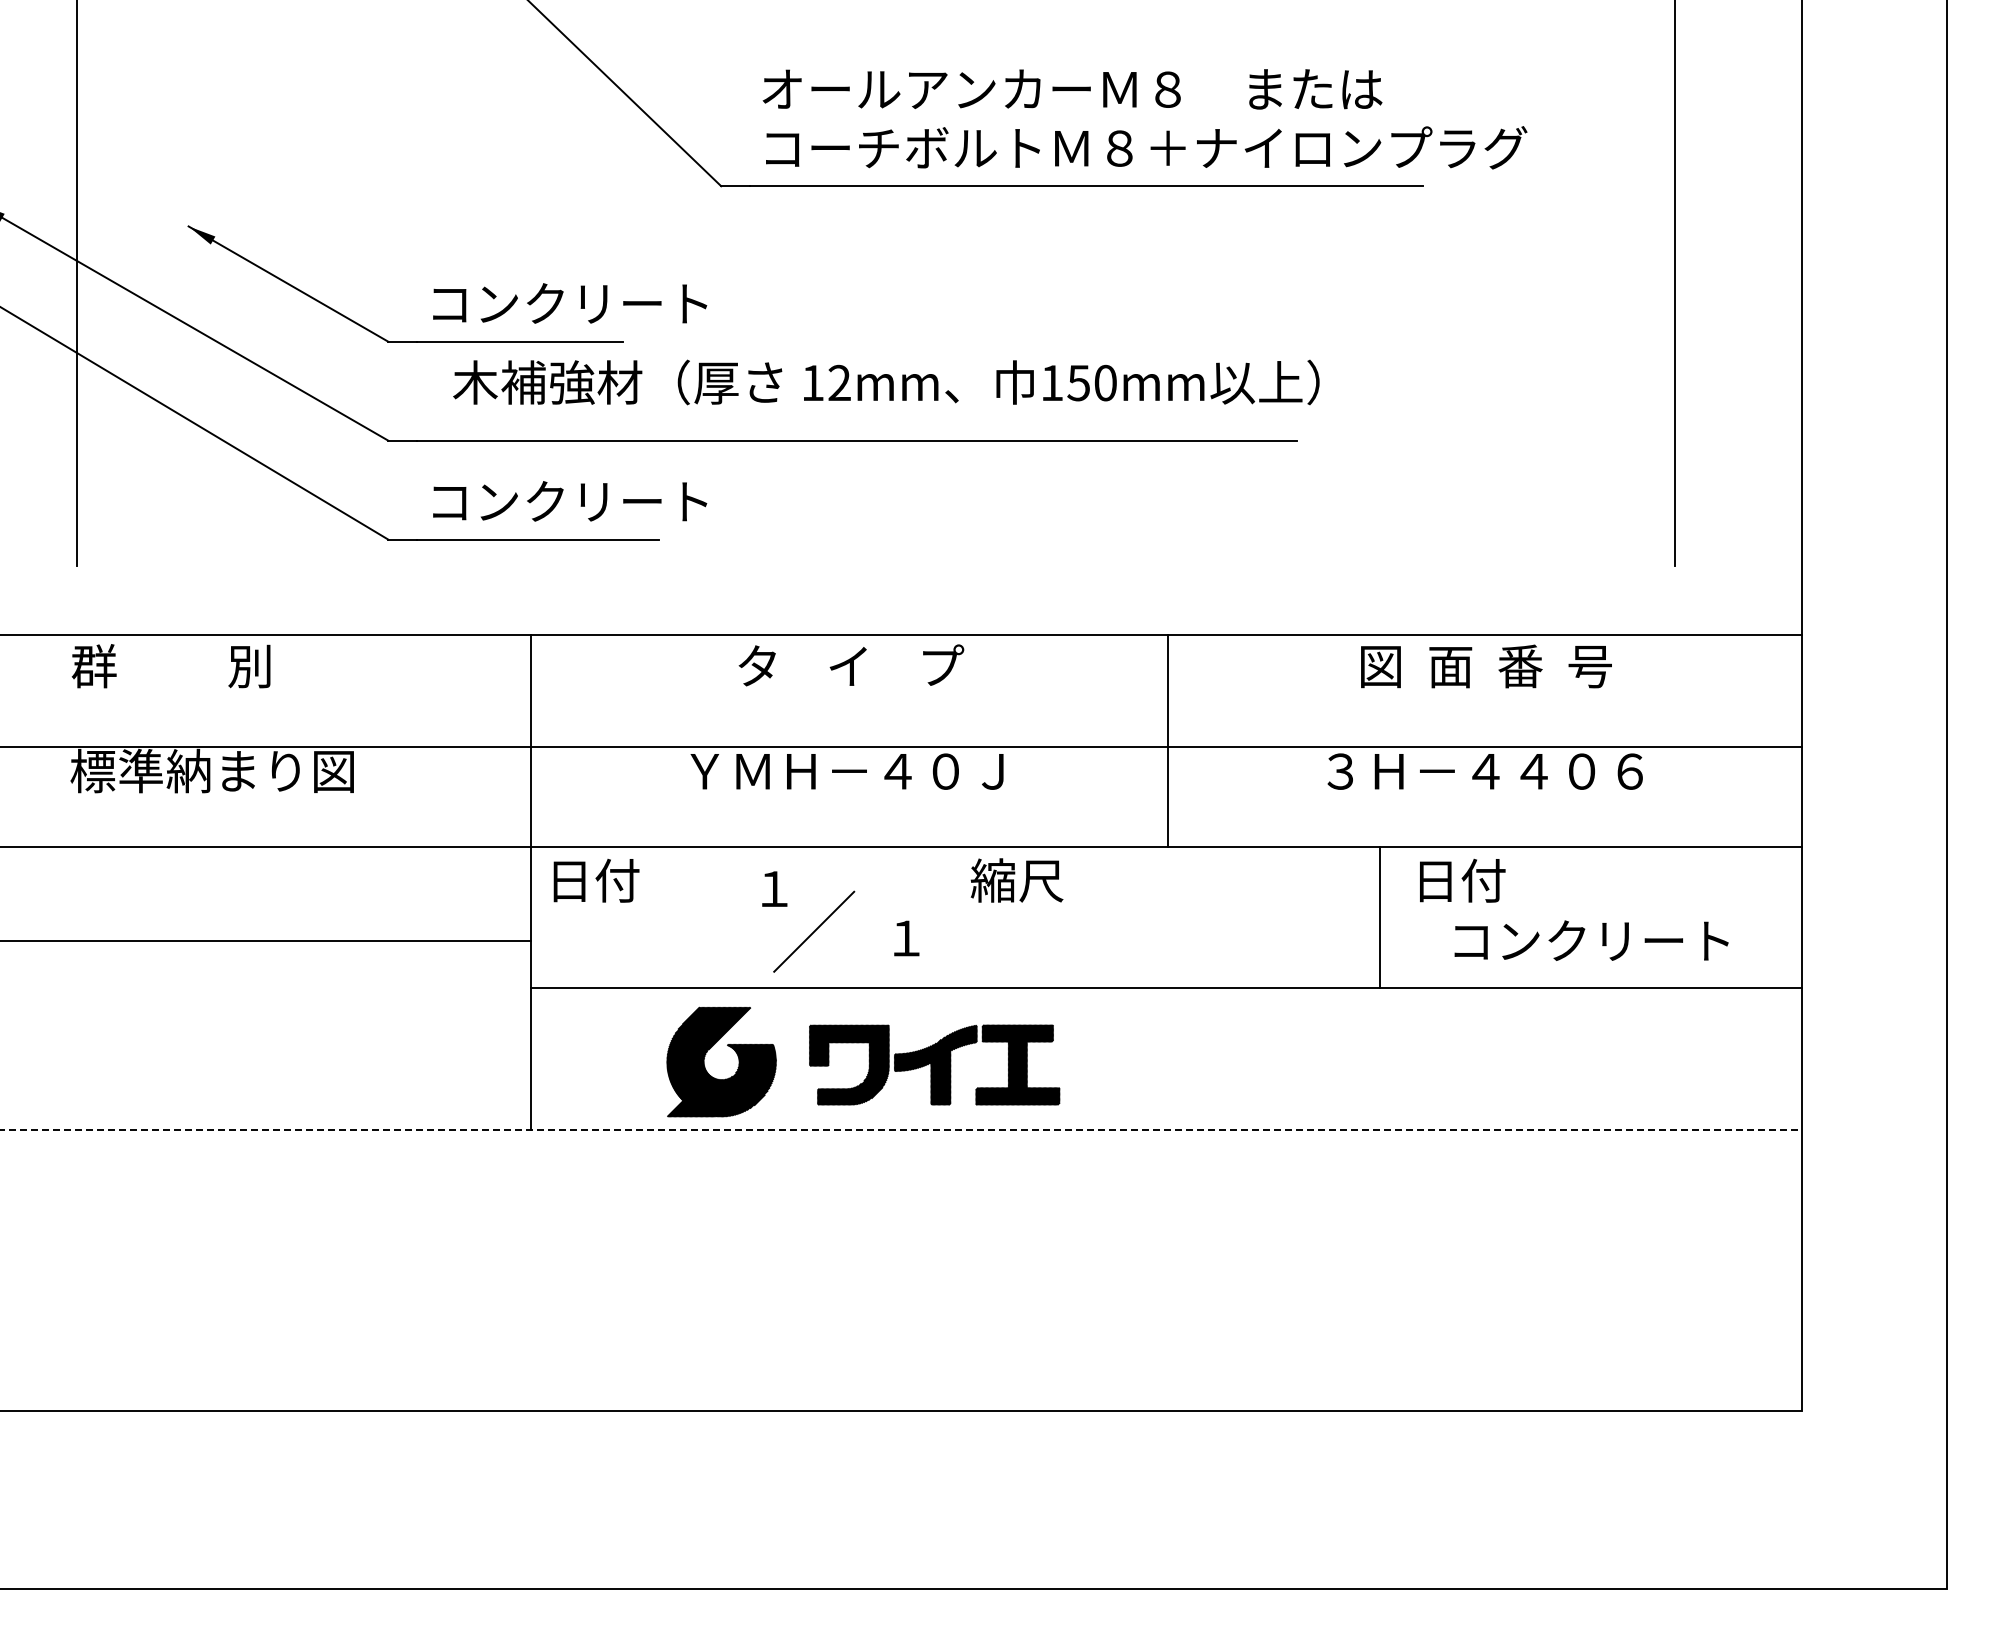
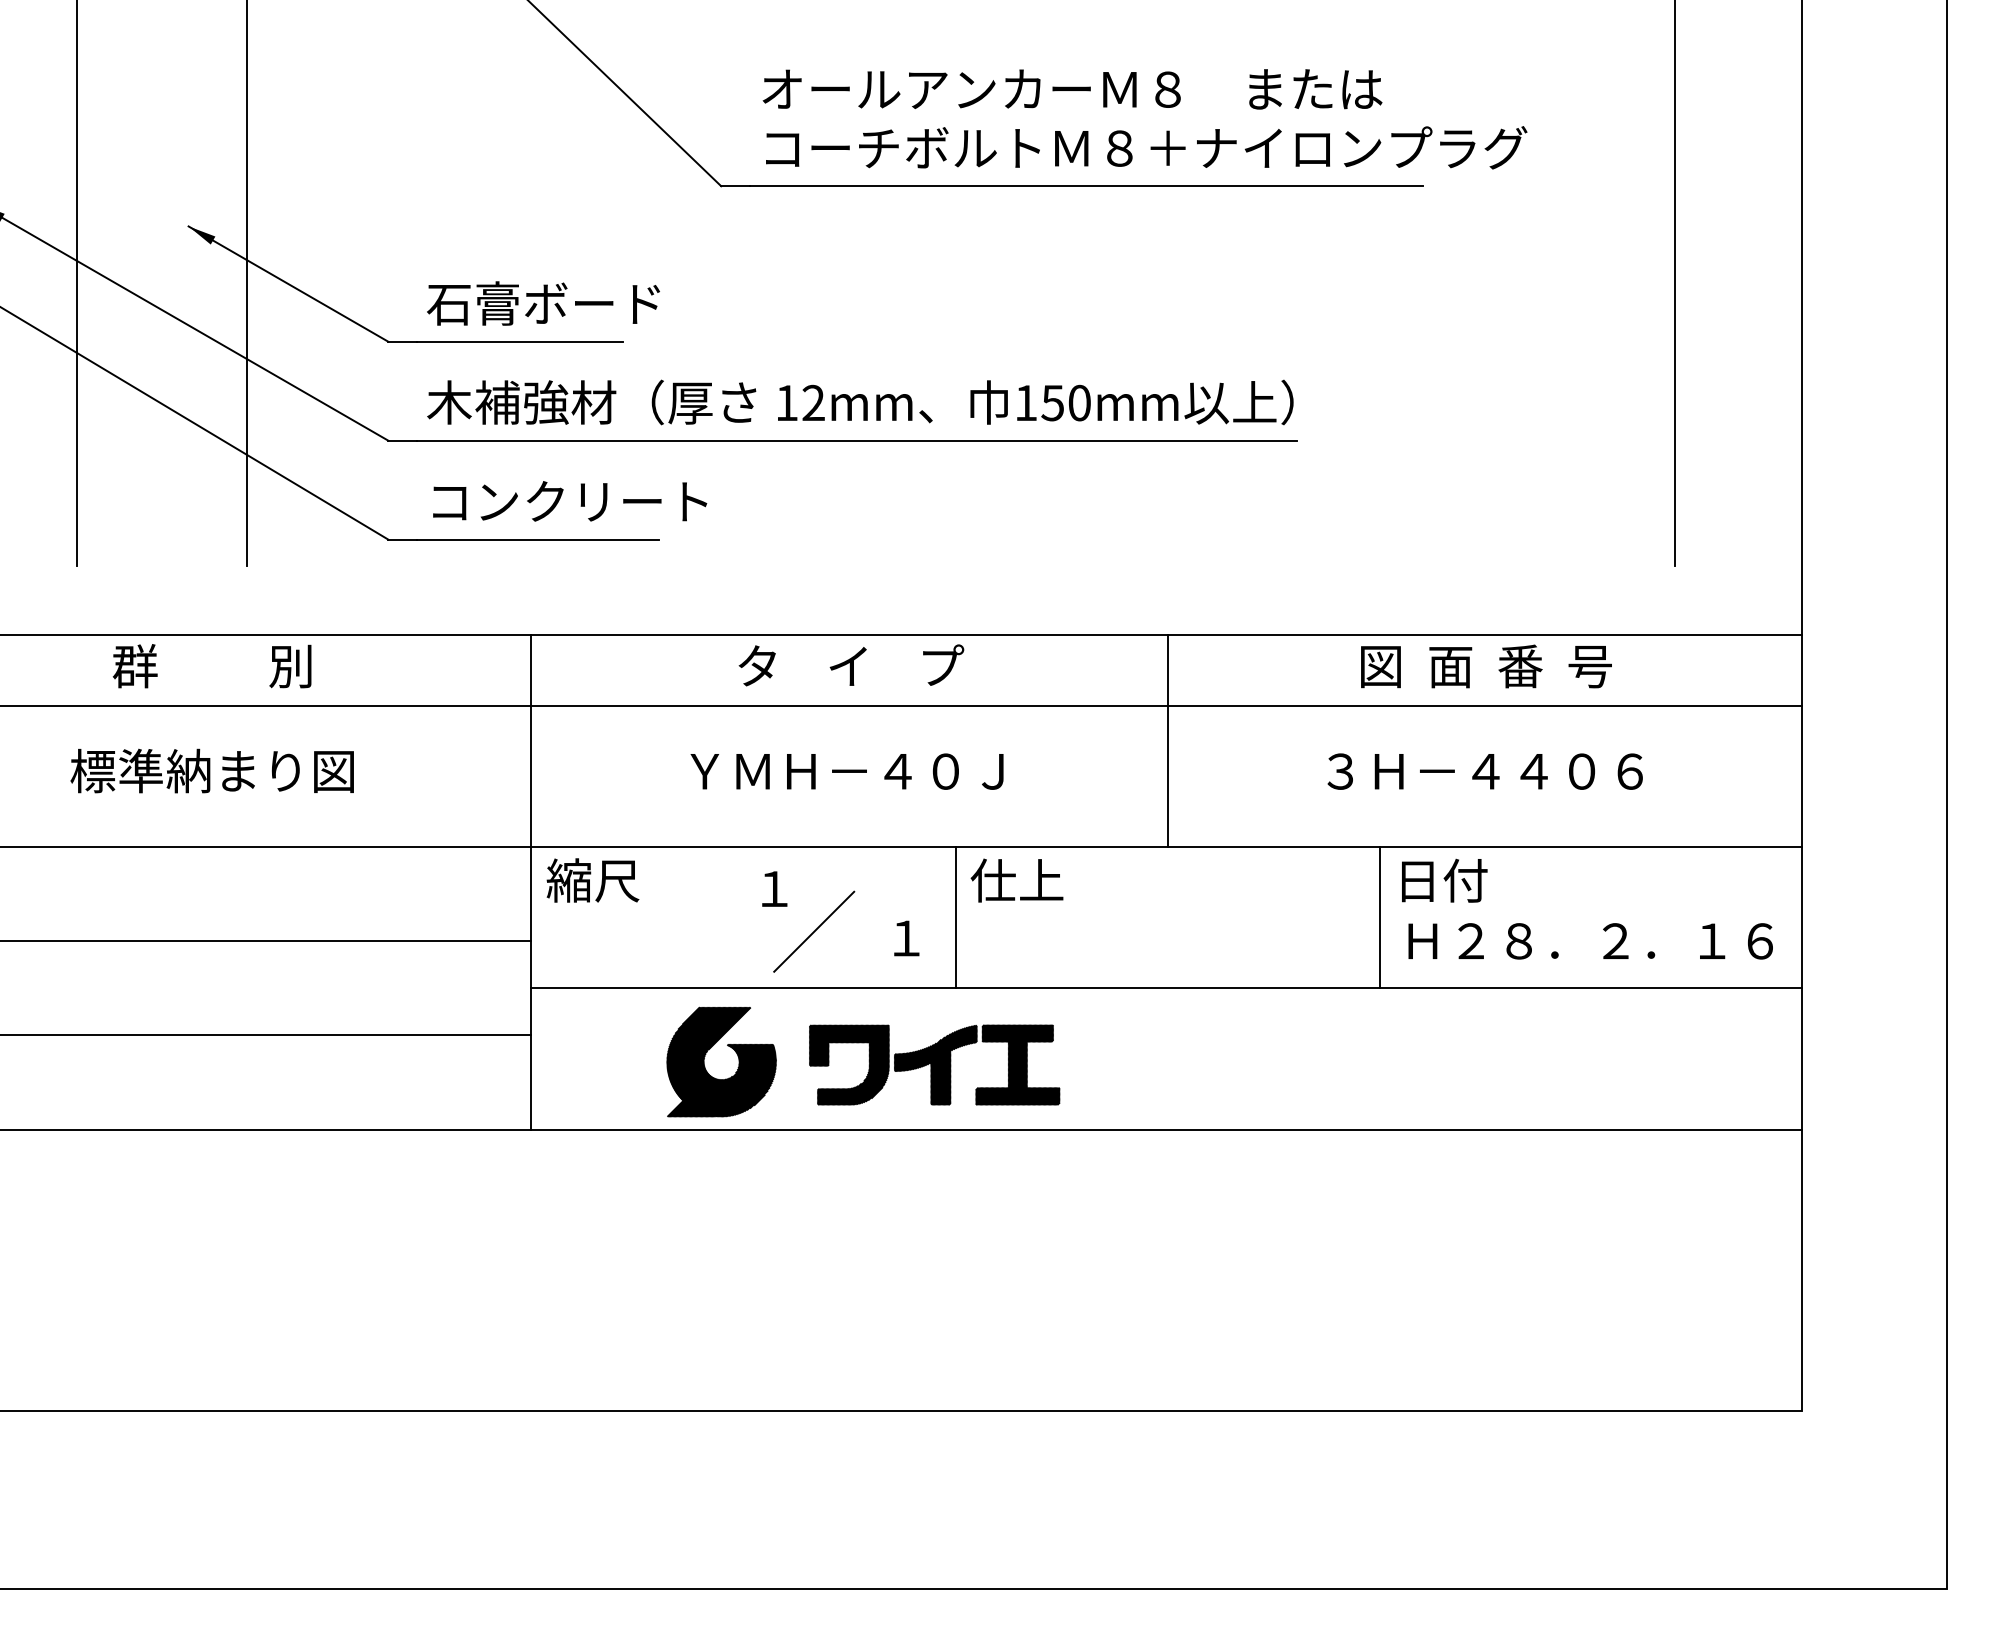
line at (247, 284): none -> present
text at (567, 303): コンクリート -> 石膏ボード
text at (886, 382) position: (886, 382) -> (860, 402)
text at (170, 666) position: (170, 666) -> (211, 666)
line at (901, 746) position: (901, 746) -> (901, 705)
text at (592, 880): 日付 -> 縮尺
text at (1016, 880): 縮尺 -> 仕上
text at (1462, 880) position: (1462, 880) -> (1444, 880)
line at (955, 917): none -> present
text at (1590, 940): コンクリート -> Ｈ２８．２．１６
line at (266, 1035): none -> present
line at (900, 1129): dashed -> solid
